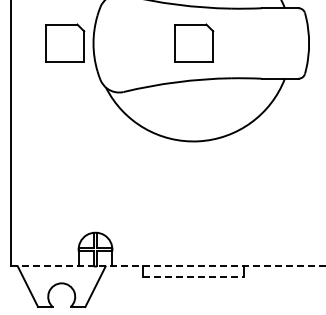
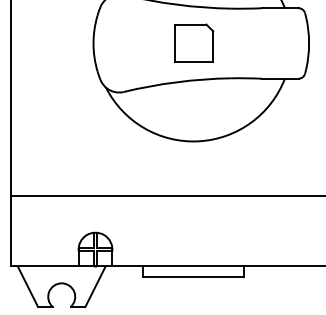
part at (65, 42): present -> none
line at (166, 195): none -> present
line at (169, 266): dashed -> solid
line at (193, 276): dashed -> solid
